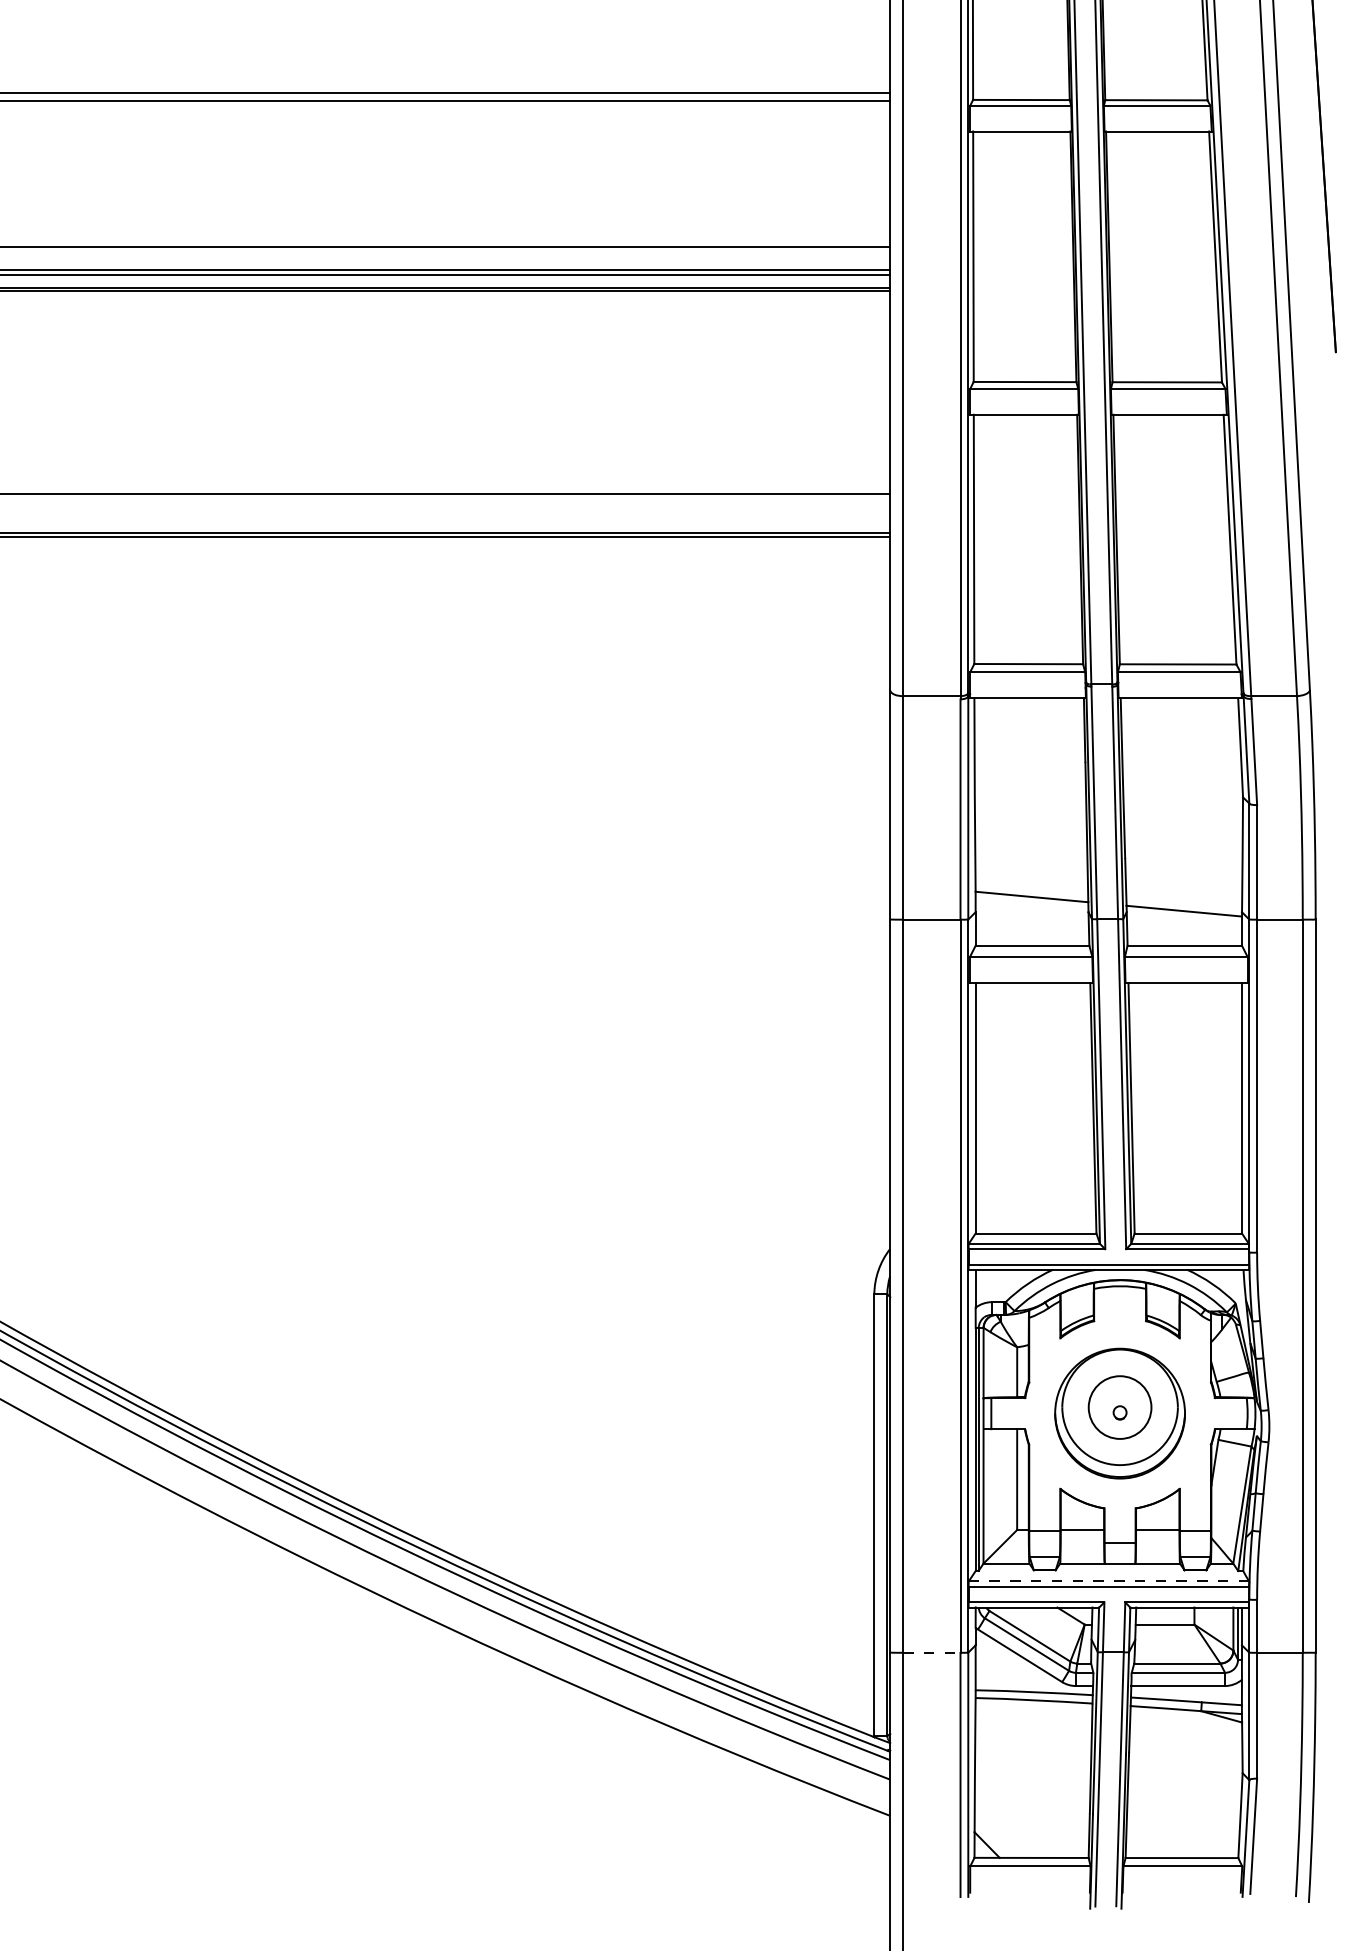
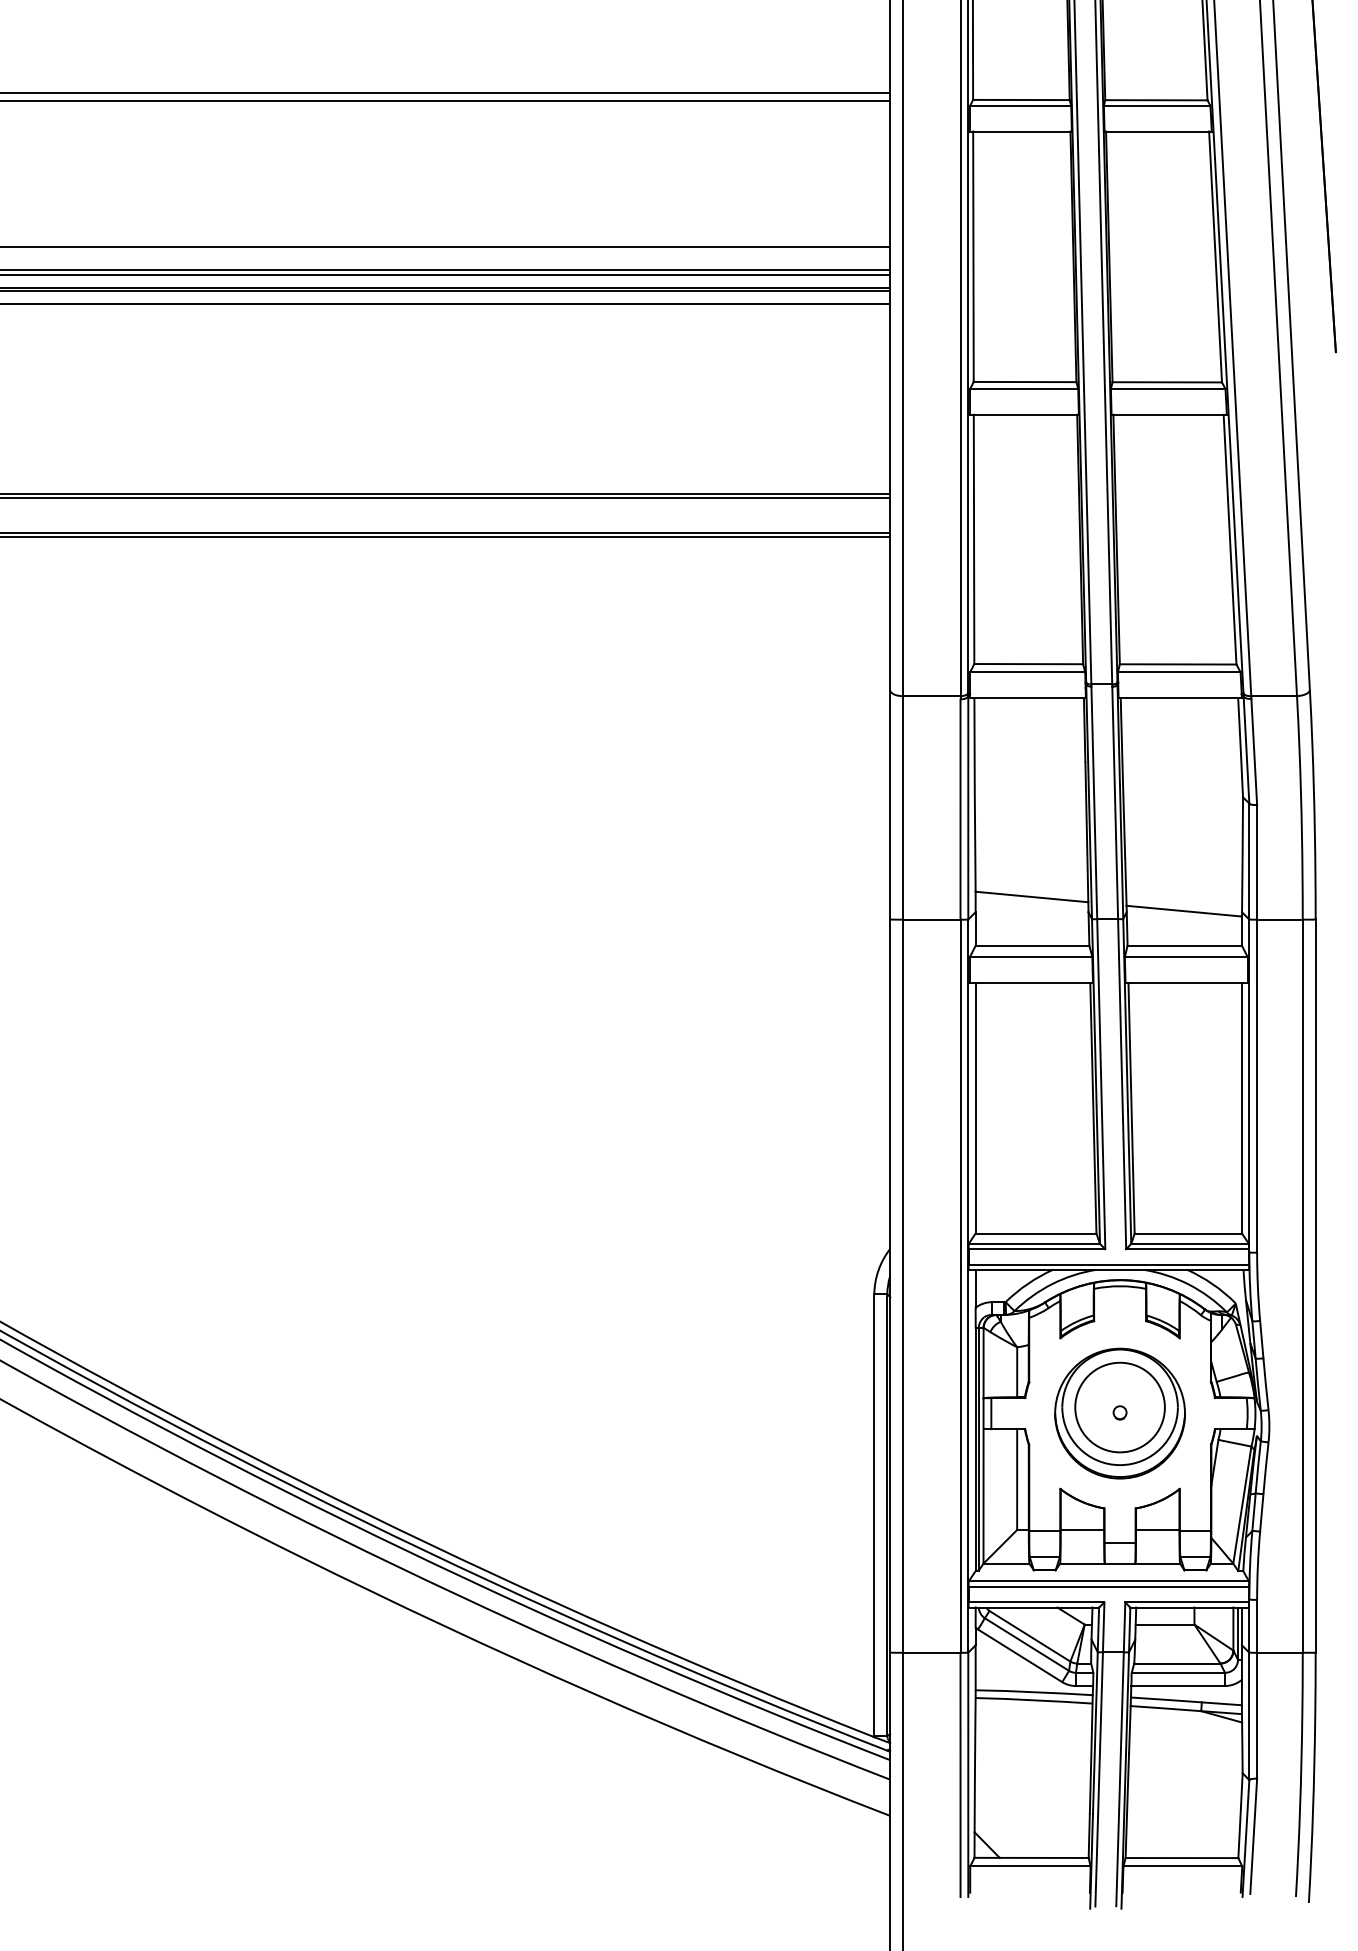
line at (446, 304): none -> present
line at (446, 497): none -> present
circle at (1119, 1407) diameter: 63 px -> 90 px
line at (1108, 1581): dashed -> solid
line at (931, 1652): dashed -> solid
